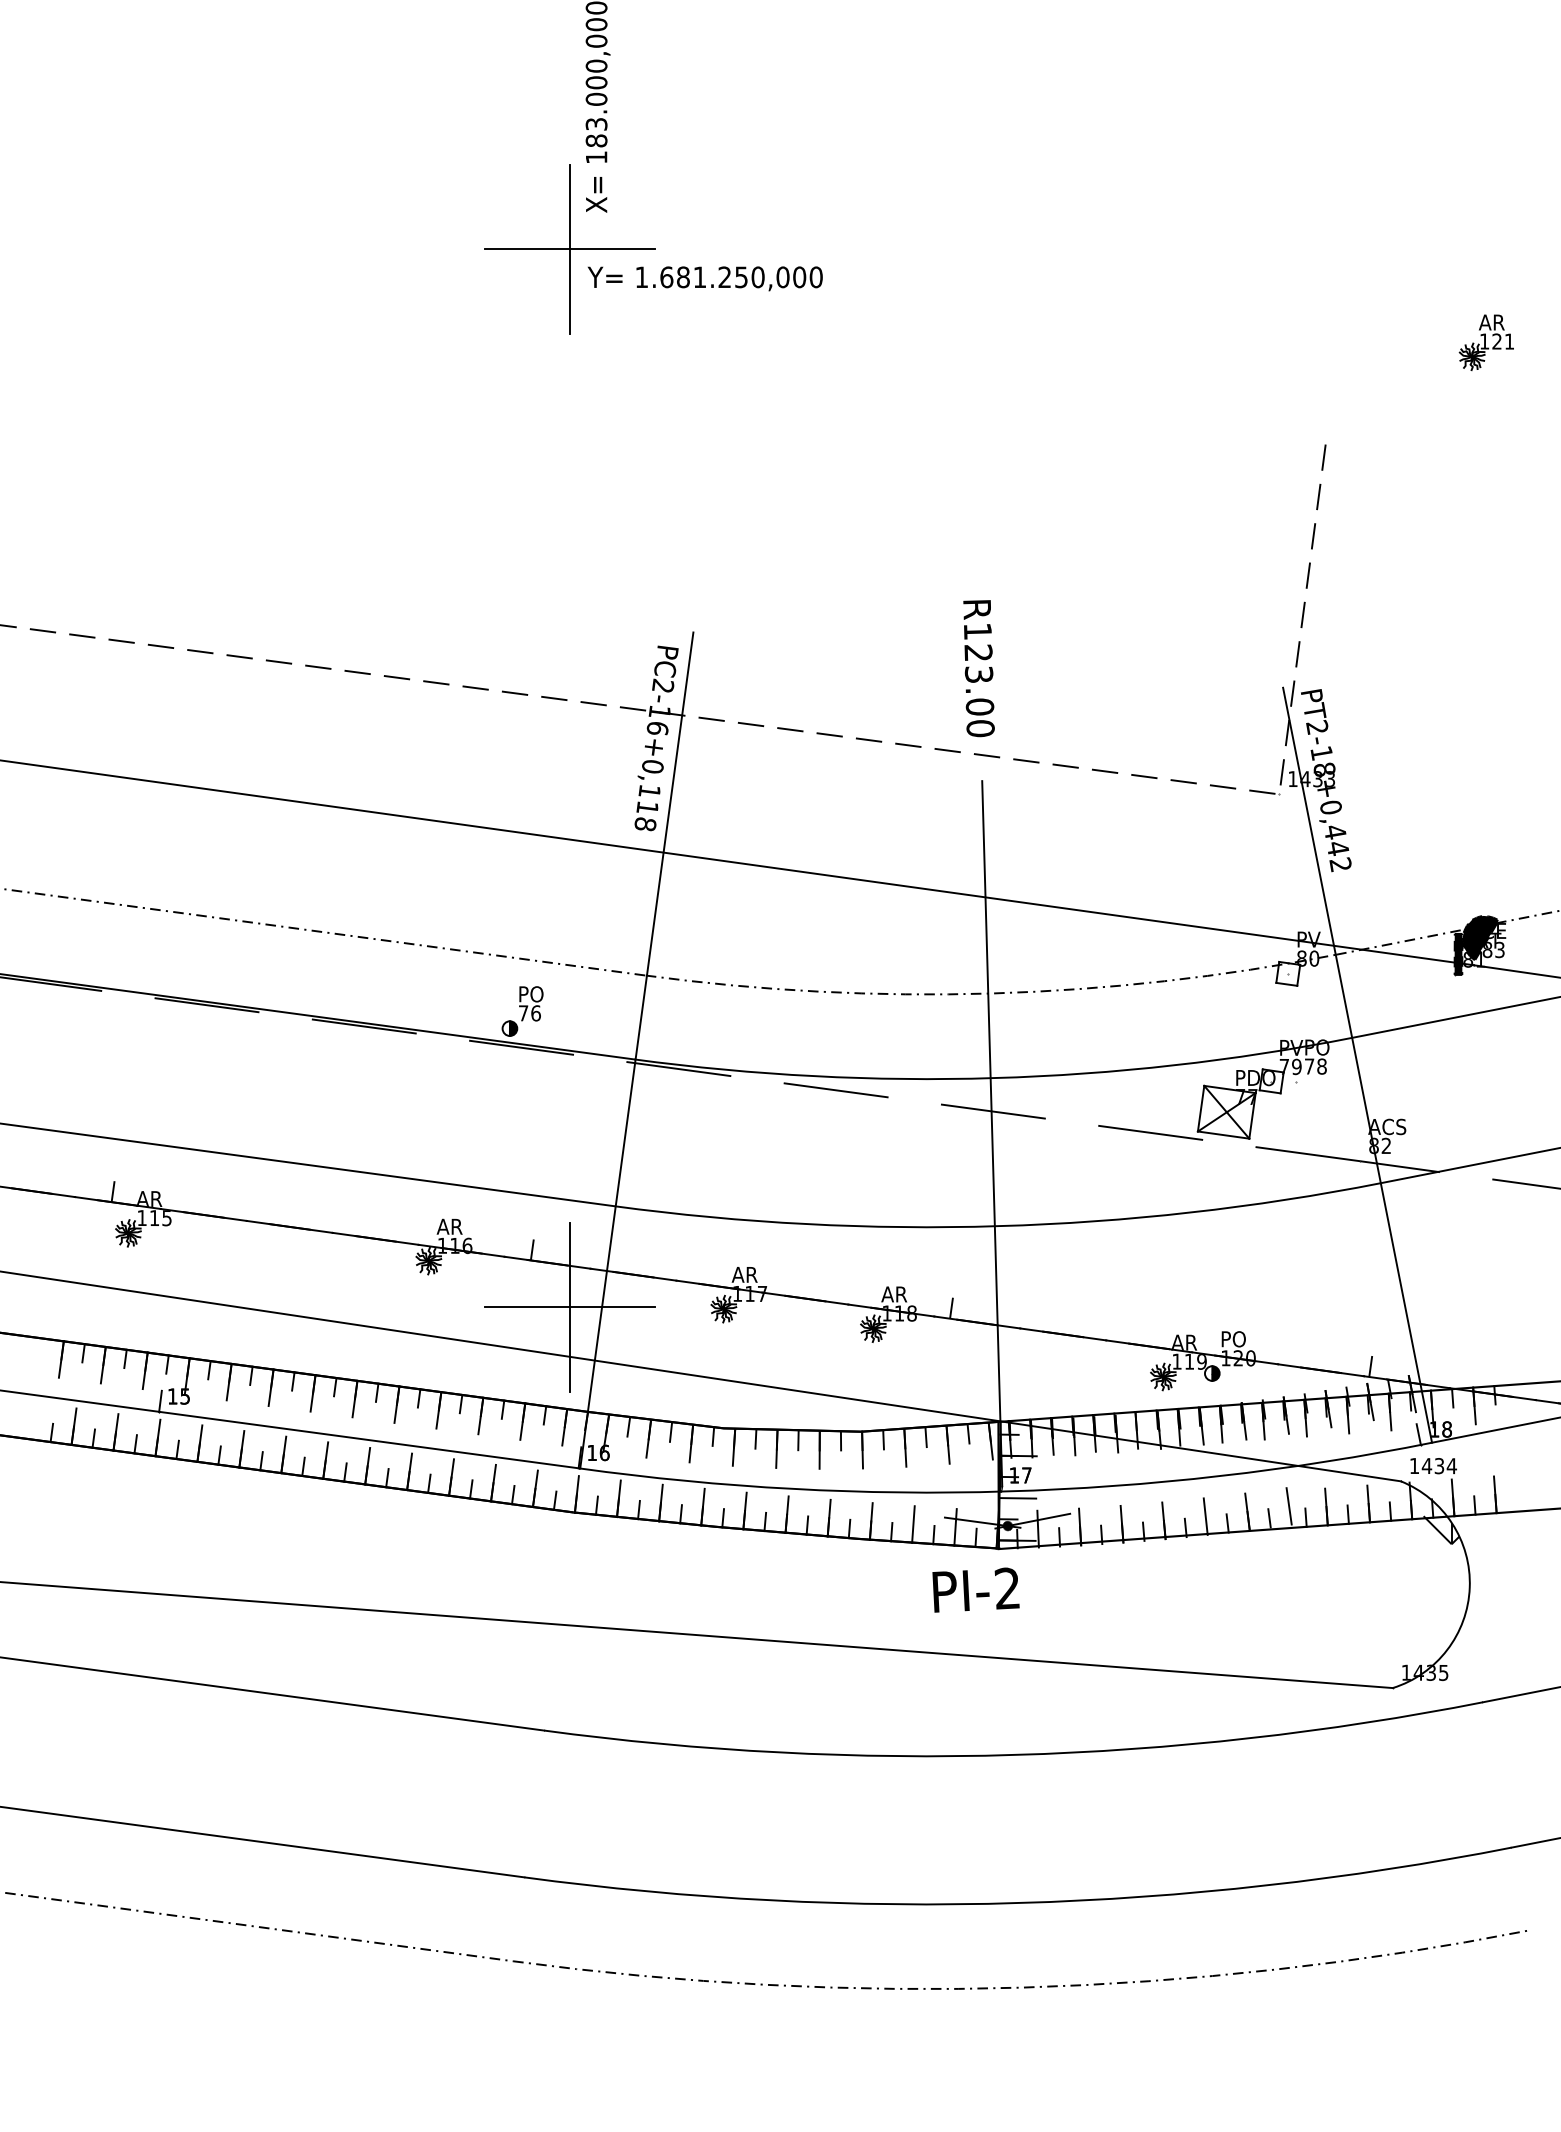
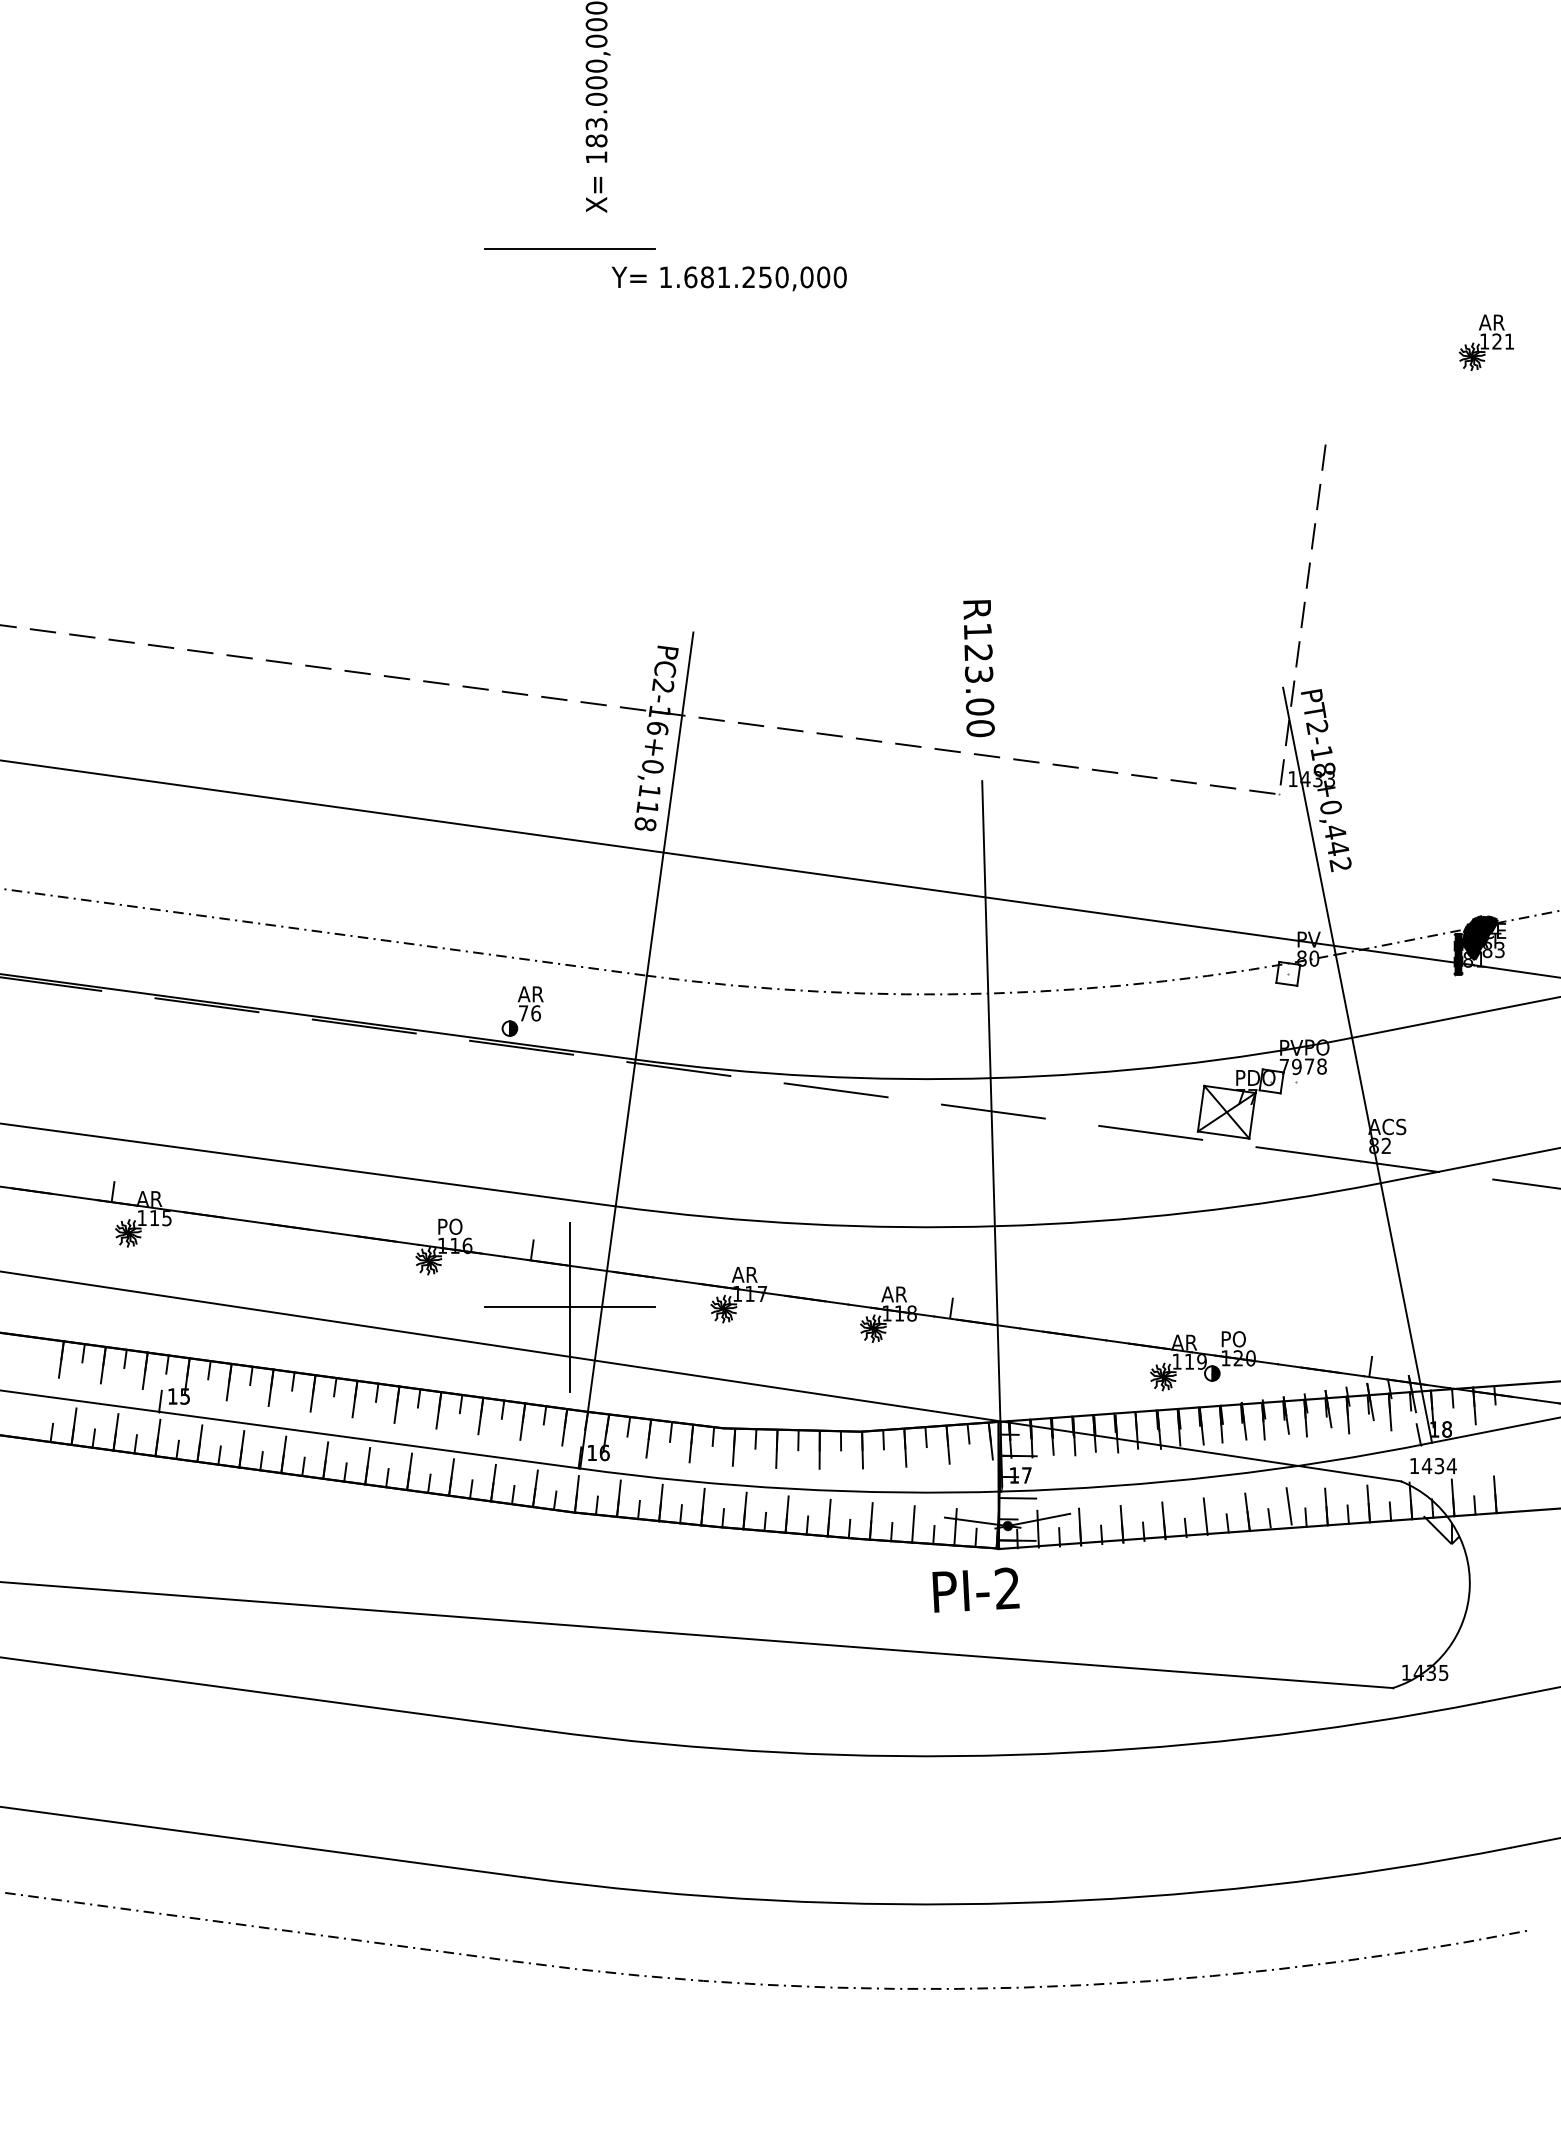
line at (569, 248): present -> none
text at (704, 278) position: (704, 278) -> (728, 278)
text at (530, 994): PO -> AR
text at (449, 1226): AR -> PO
